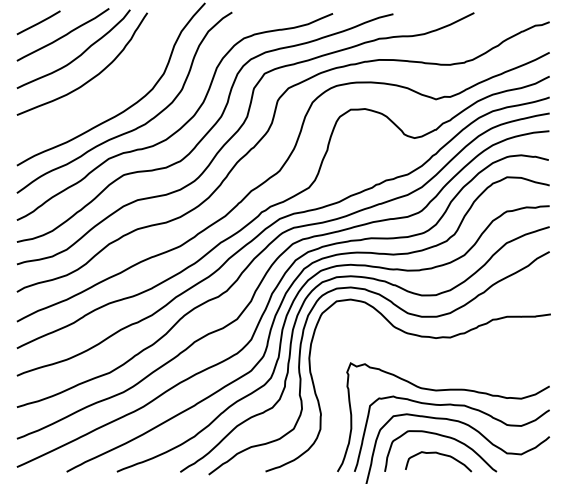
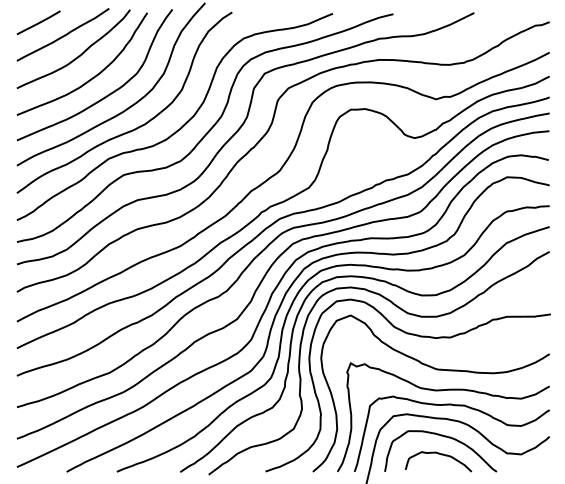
curve at (107, 94): none -> present
curve at (436, 370): none -> present
